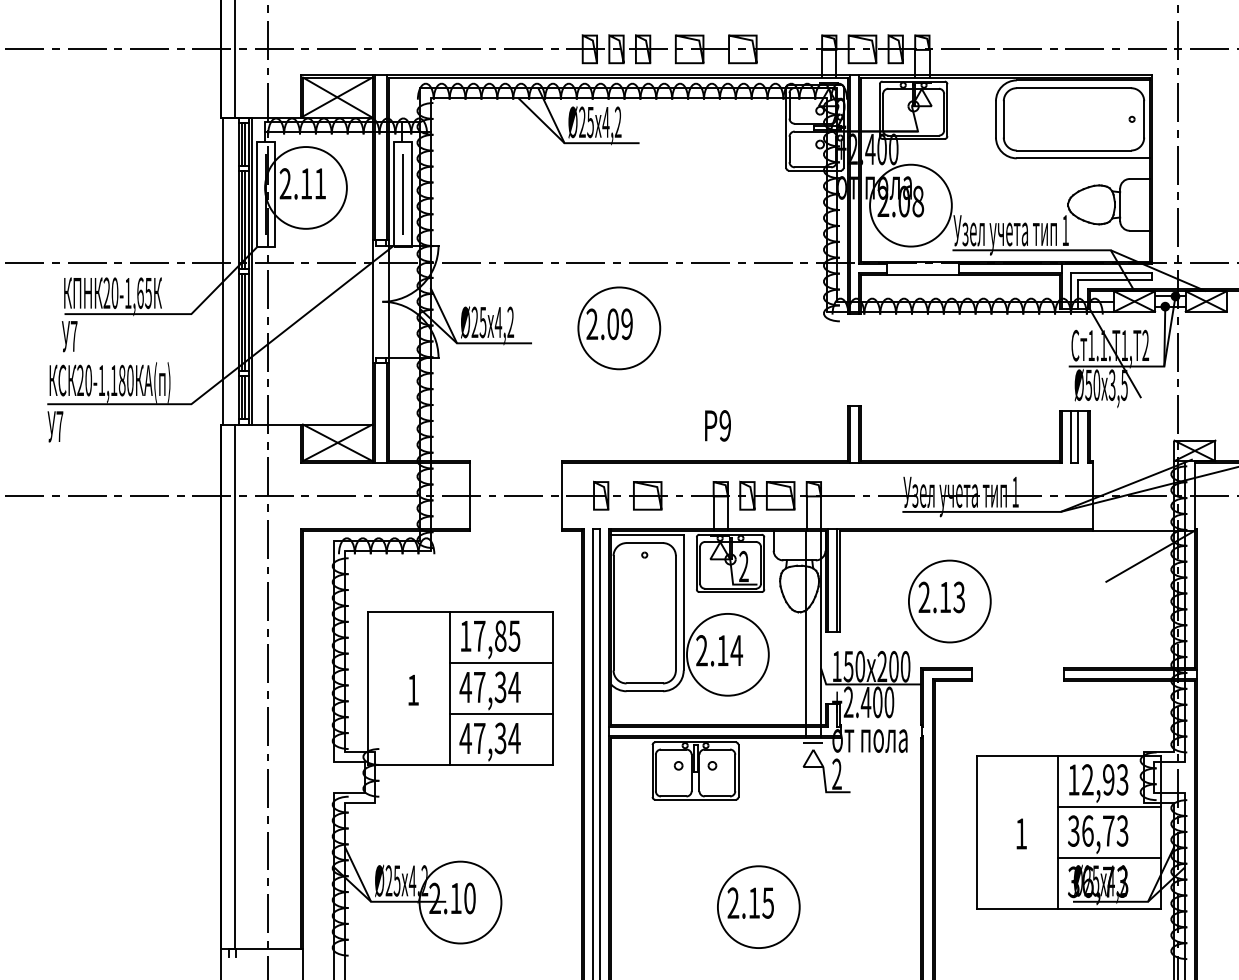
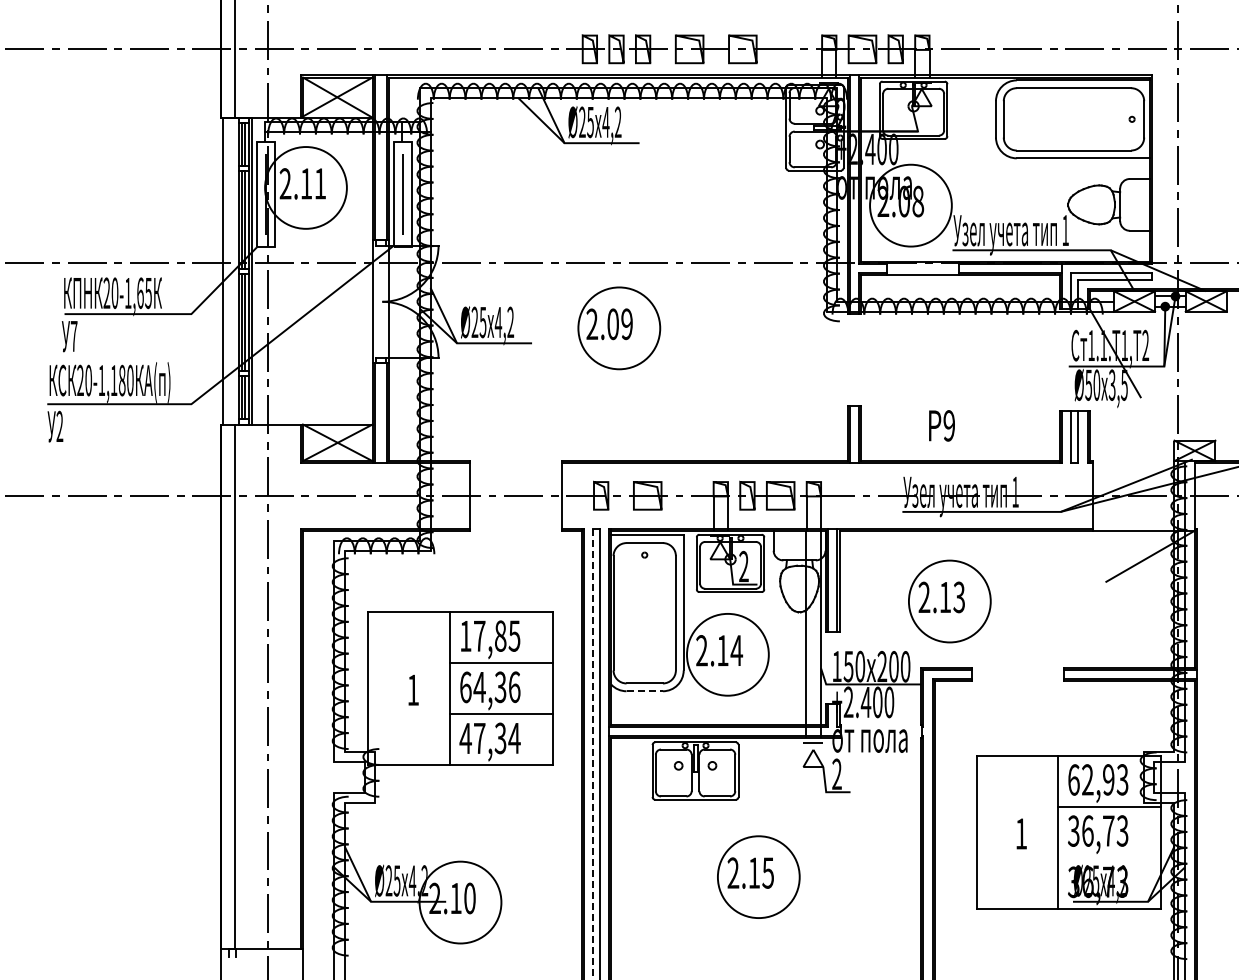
text at (59, 425): 7 -> 2
text at (717, 425) position: (717, 425) -> (941, 425)
text at (489, 687): 47,34 -> 64,36
line at (645, 691): solid -> dashed
line at (592, 754): solid -> dashed
text at (1073, 779): 12,93 -> 62,93
line at (1109, 858): present -> none
part at (758, 906) position: (758, 906) -> (758, 876)
